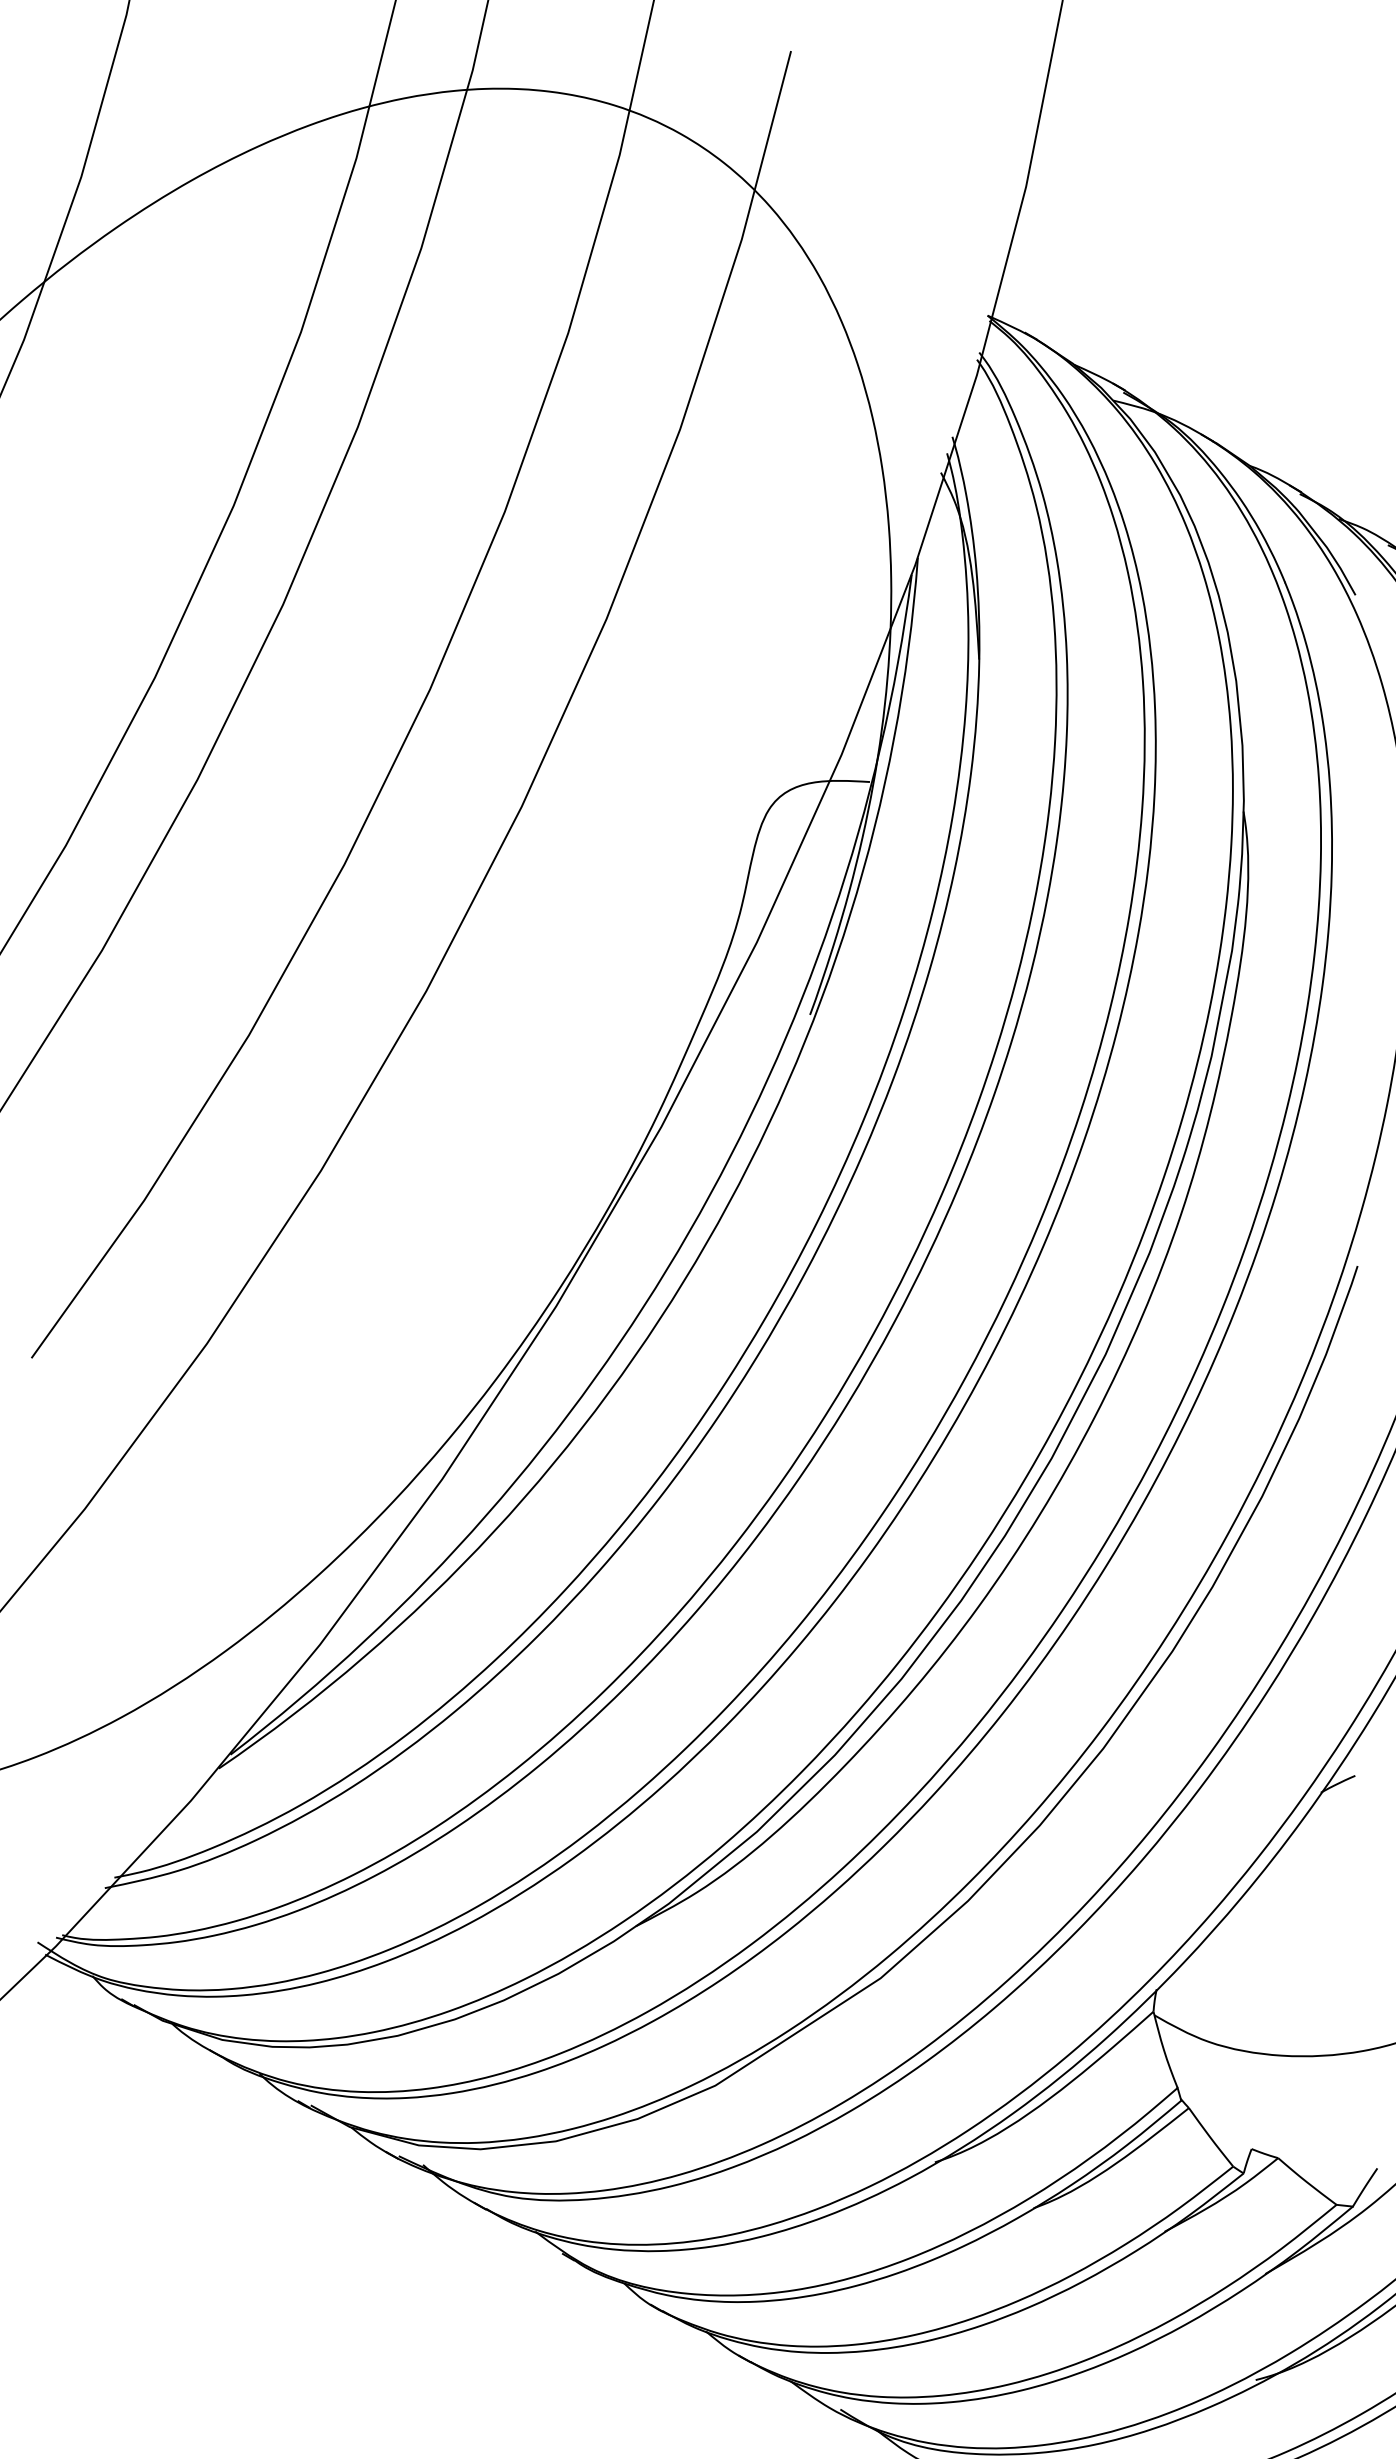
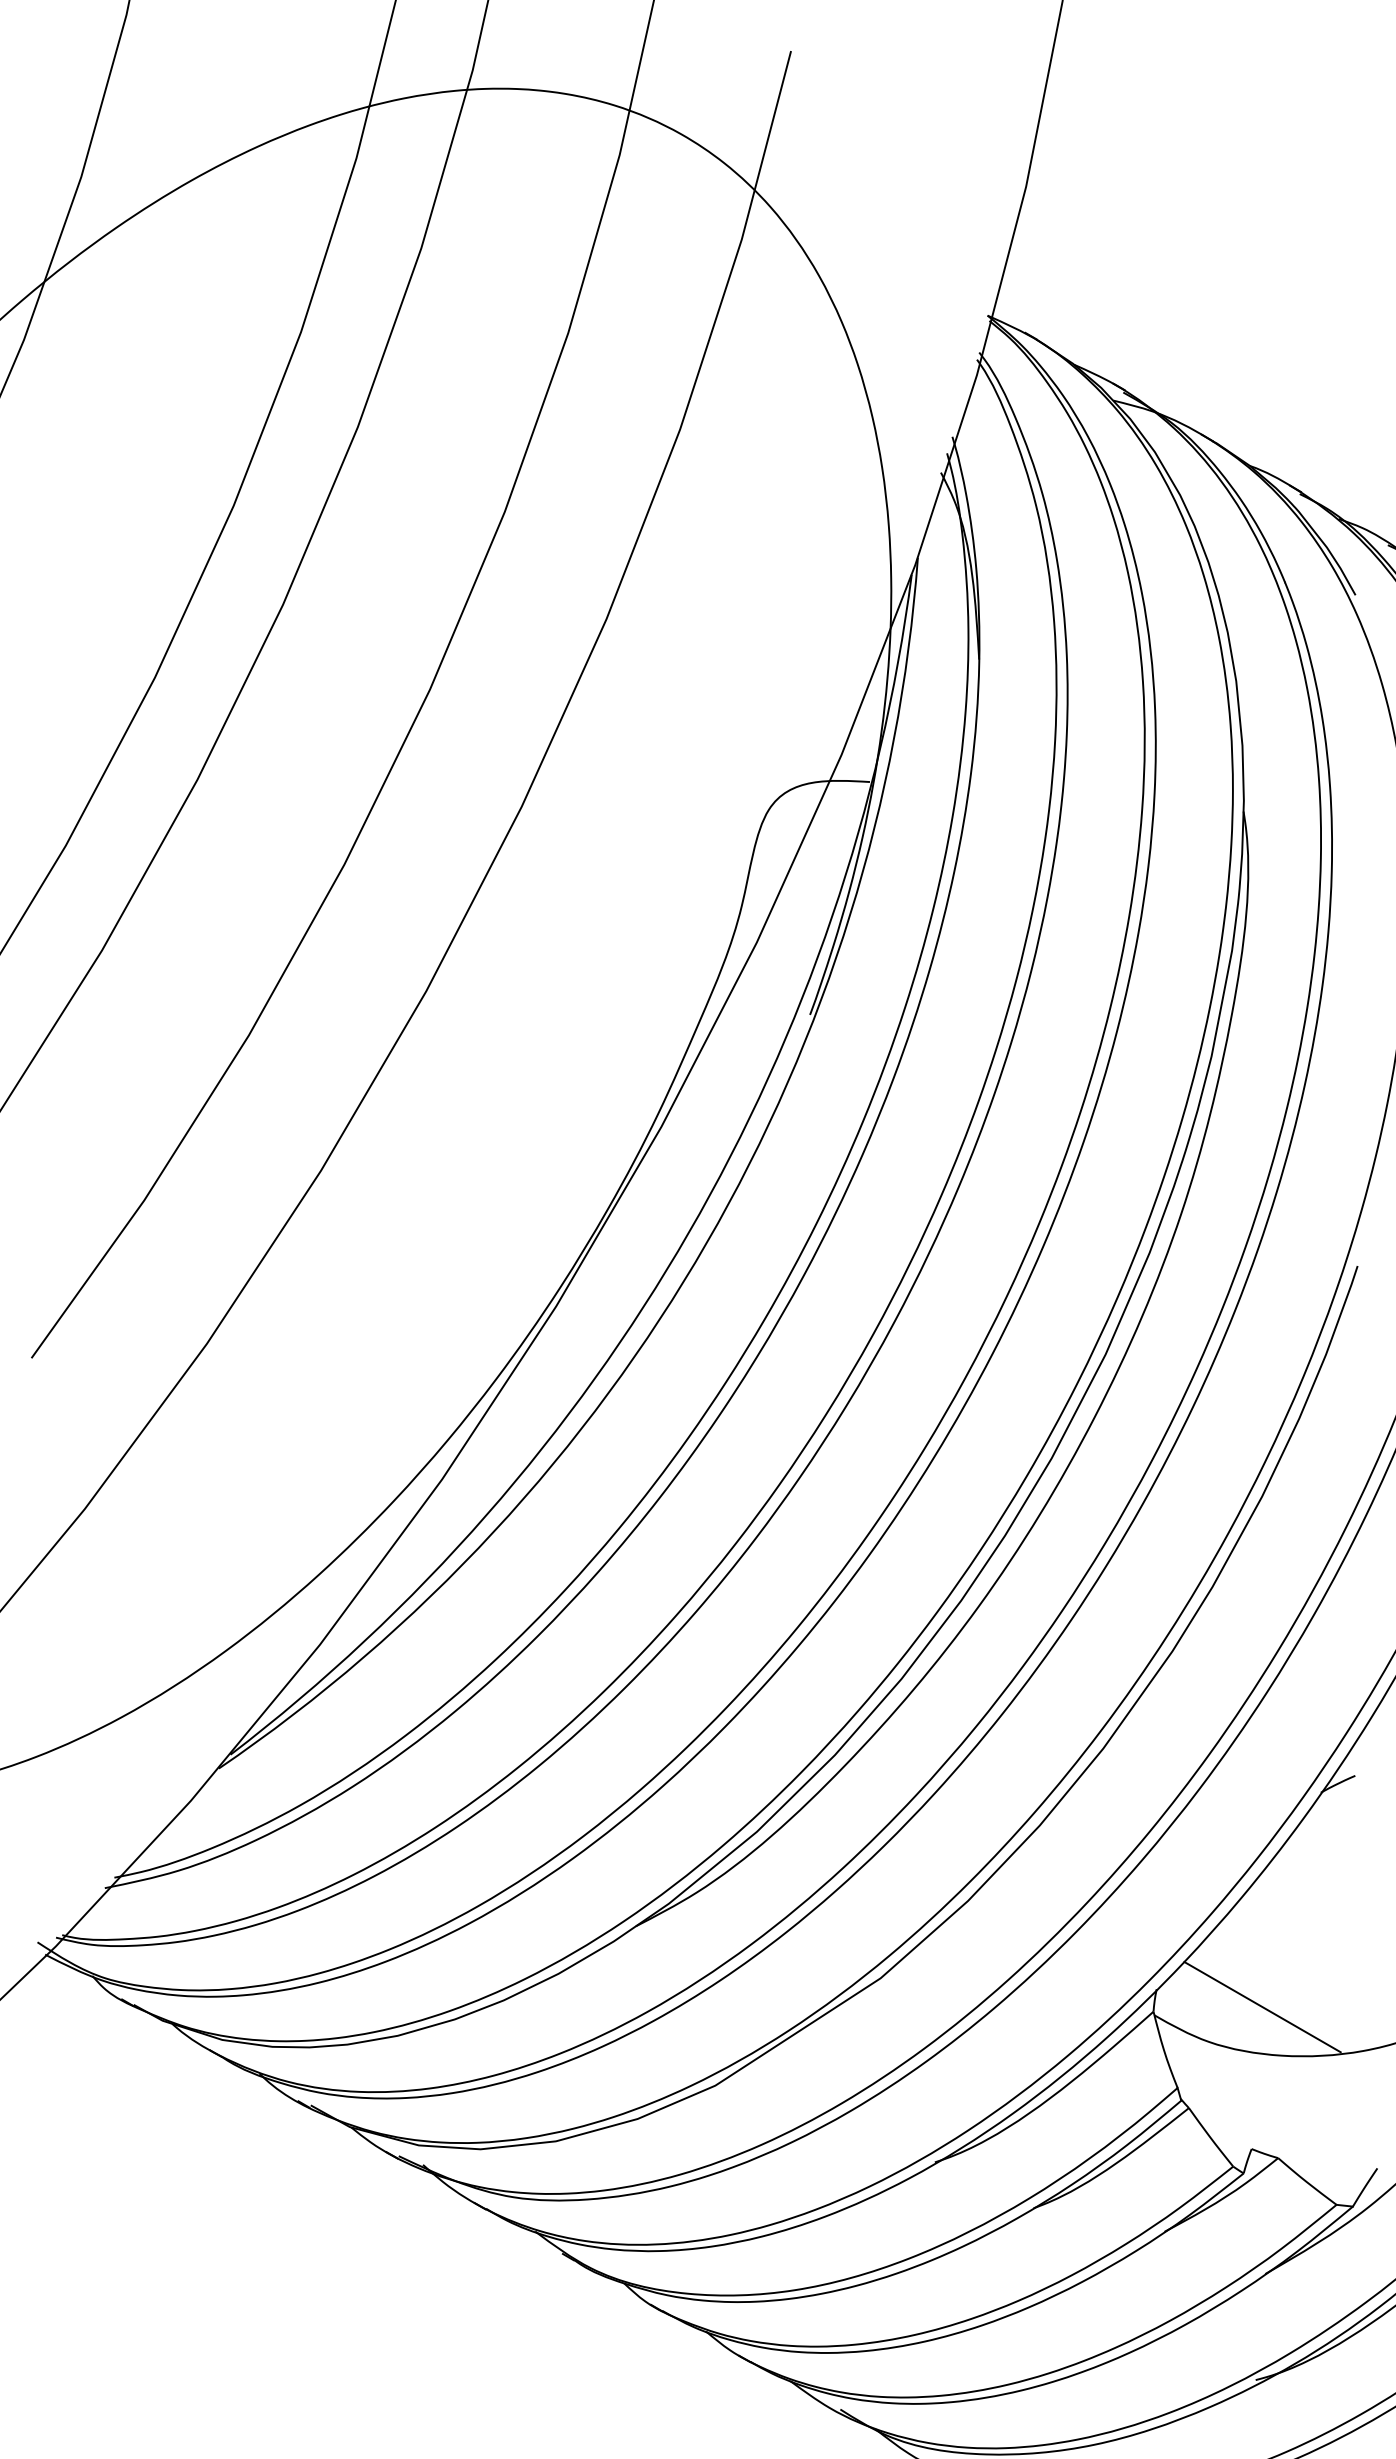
line at (1262, 2006): none -> present
